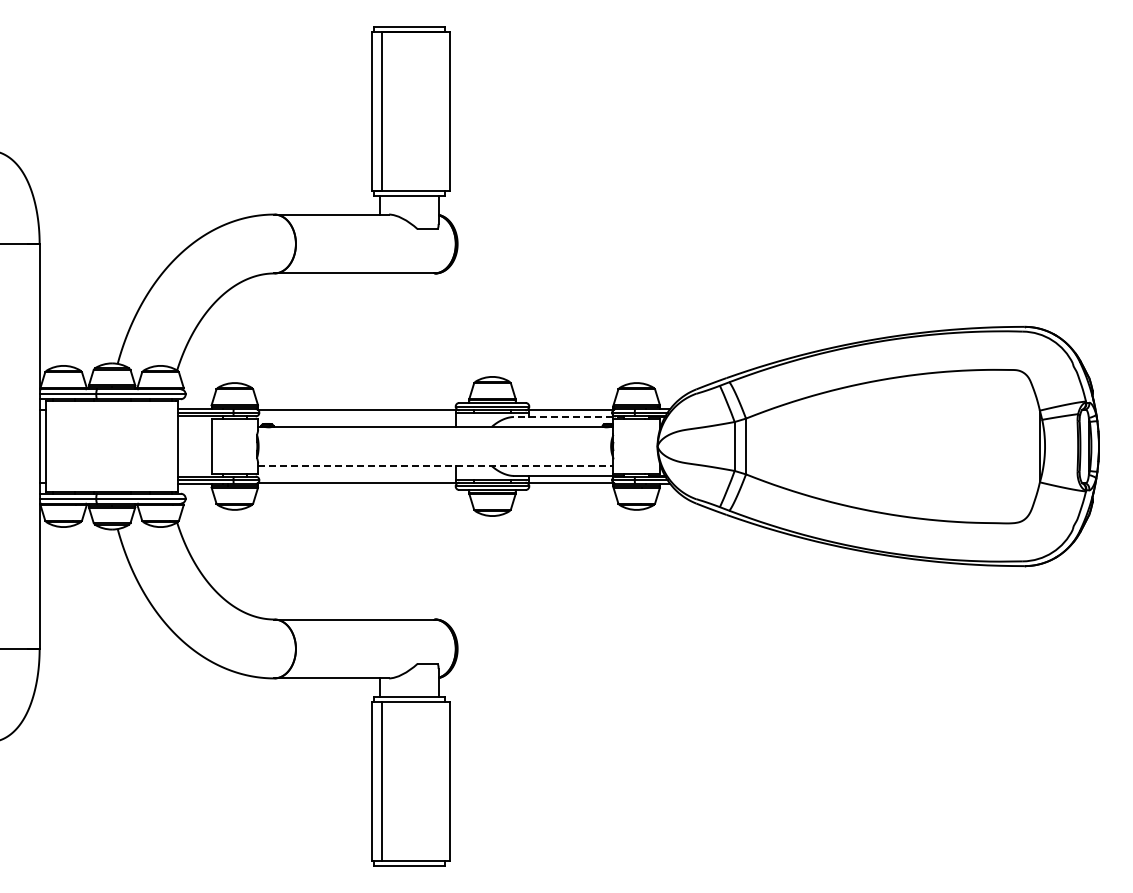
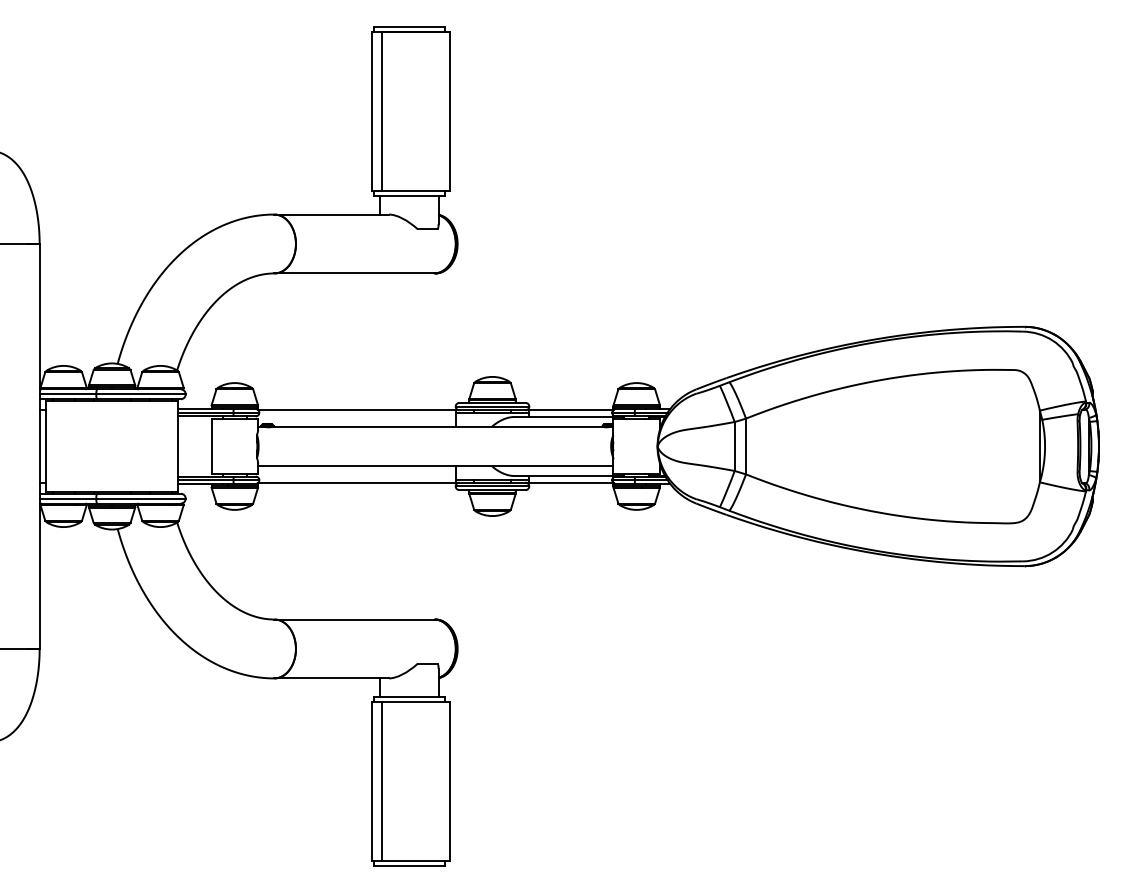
line at (568, 417): dashed -> solid
line at (435, 466): dashed -> solid
